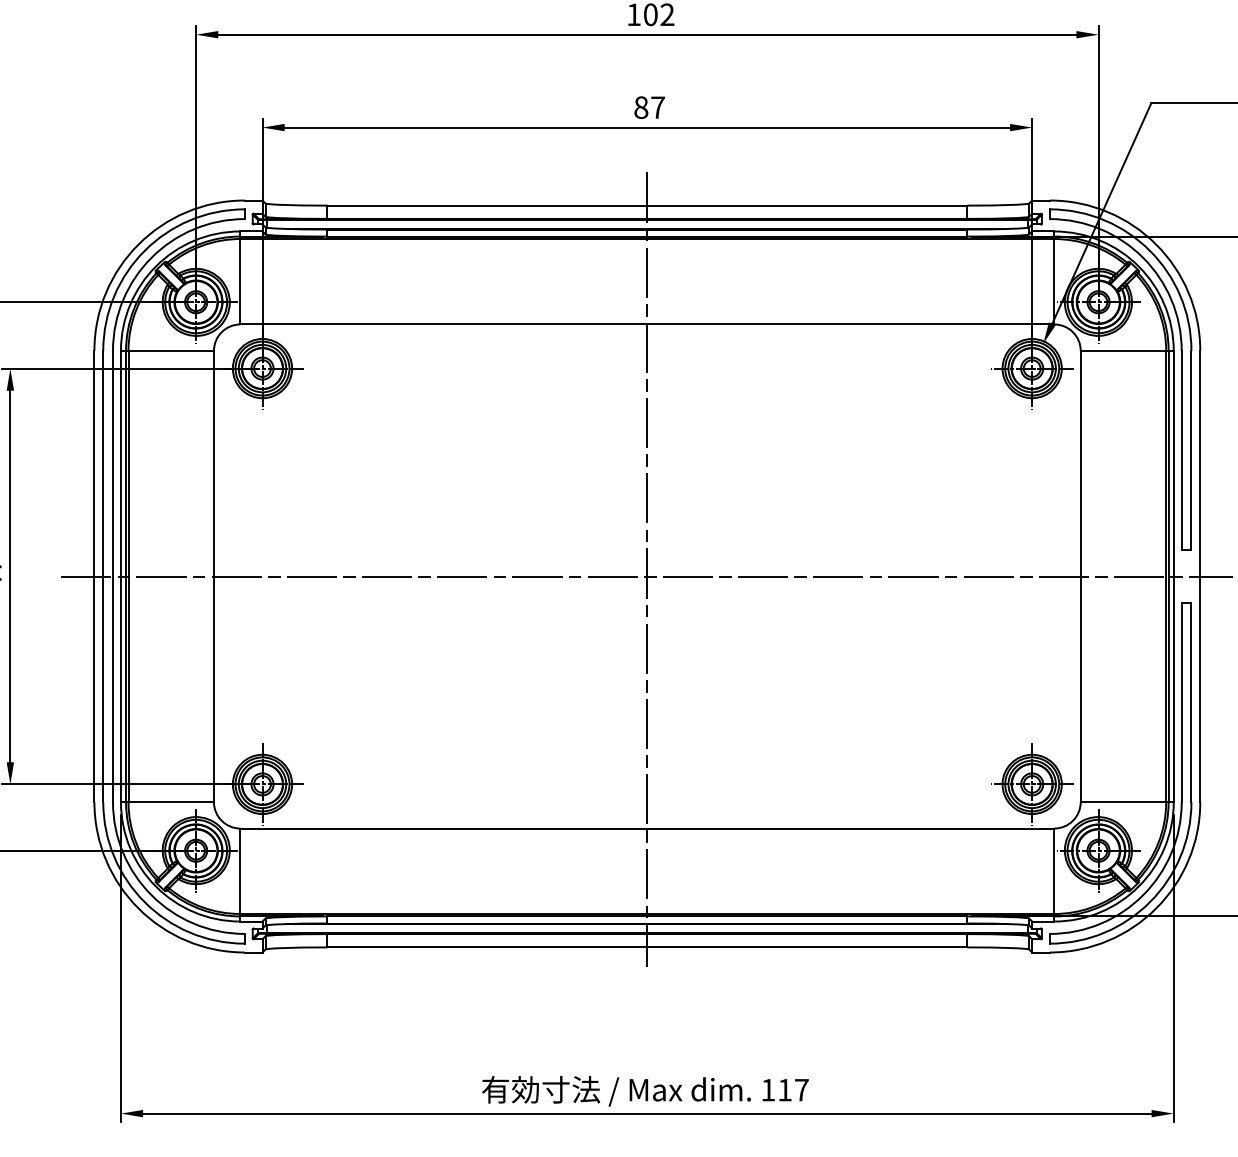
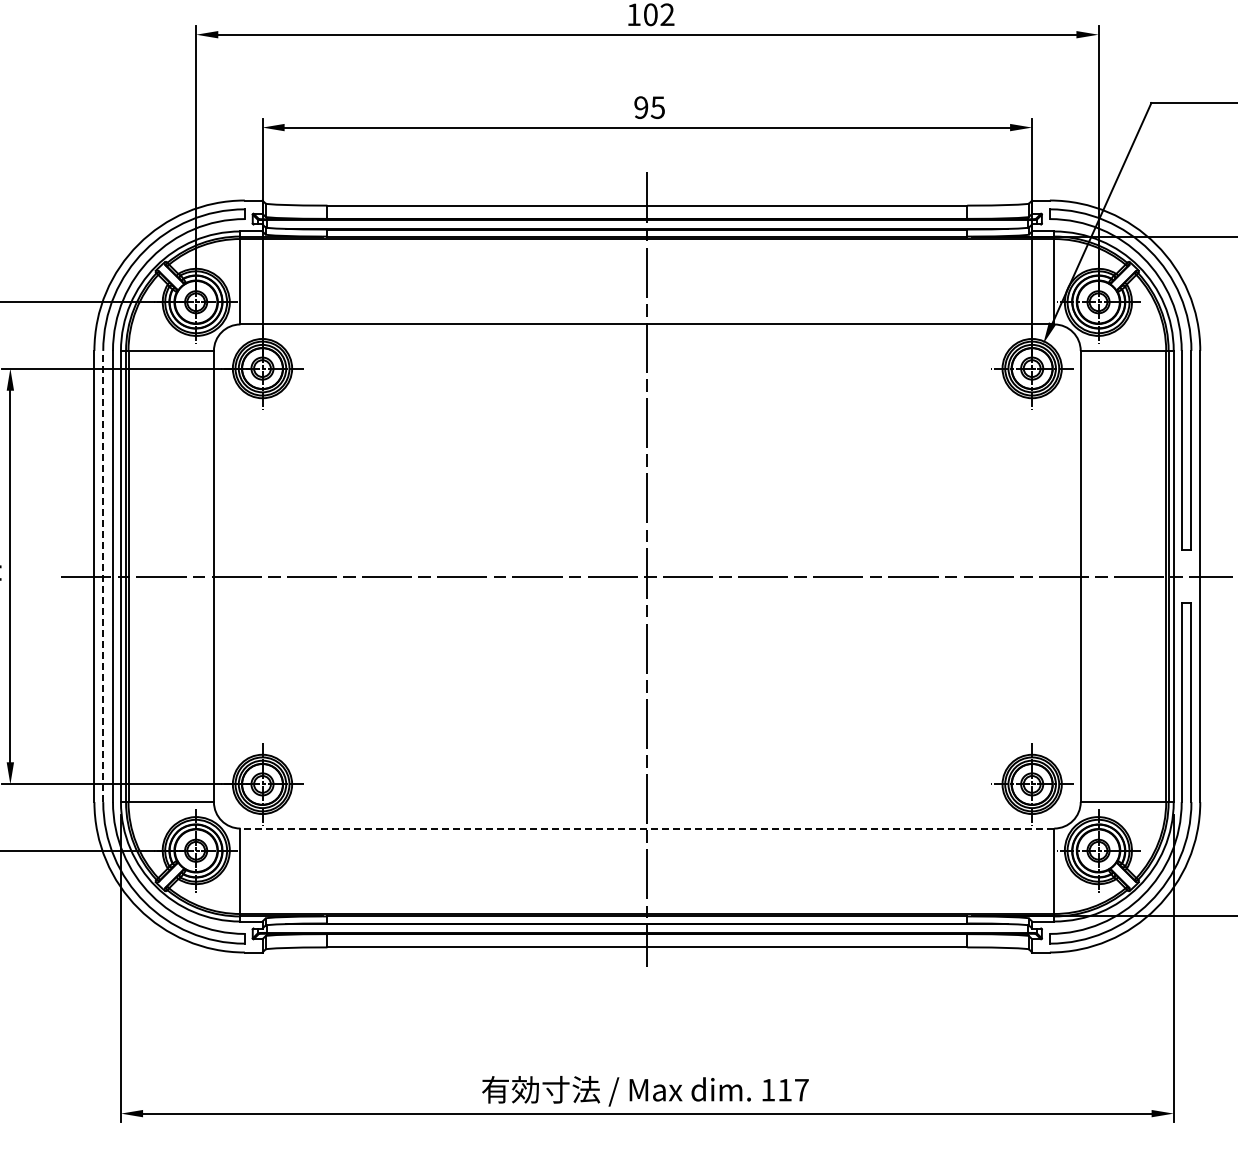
text at (649, 107): 87 -> 95
line at (103, 576): solid -> dashed
line at (647, 828): solid -> dashed
